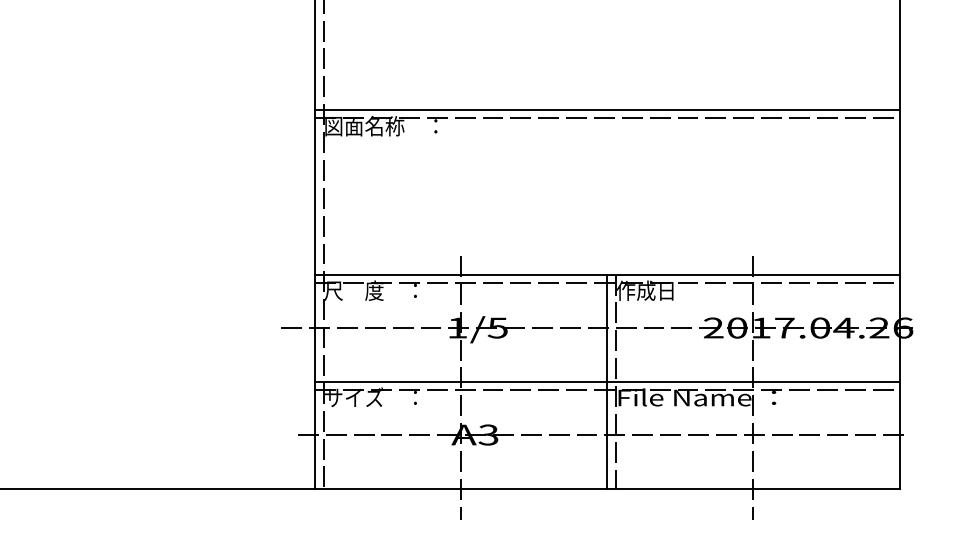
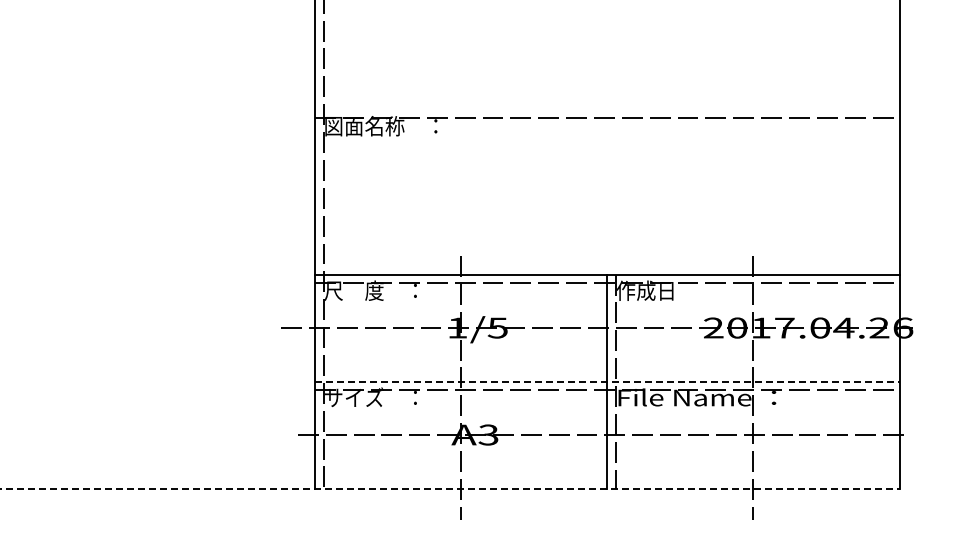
line at (607, 110): present -> none
line at (607, 381): solid -> dashed
line at (450, 488): solid -> dashed
